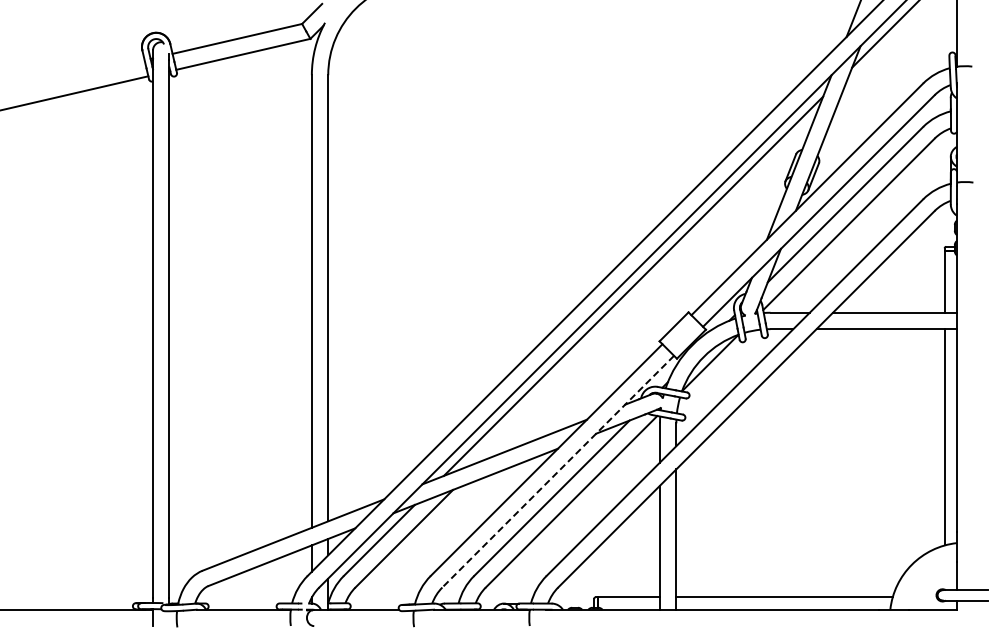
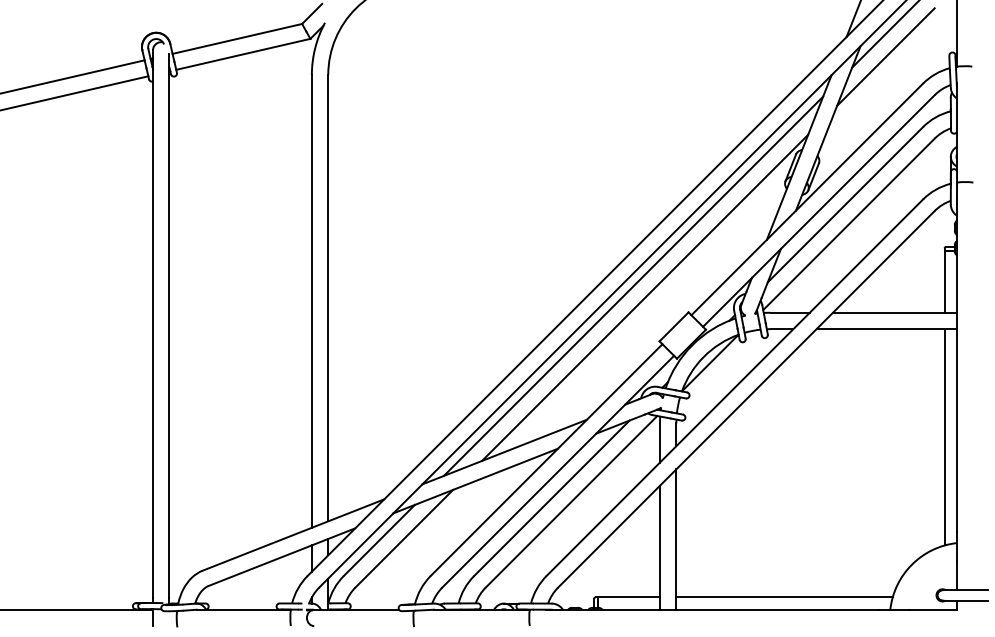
line at (885, 56): none -> present
line at (73, 76): none -> present
line at (645, 297): none -> present
line at (558, 471): dashed -> solid
